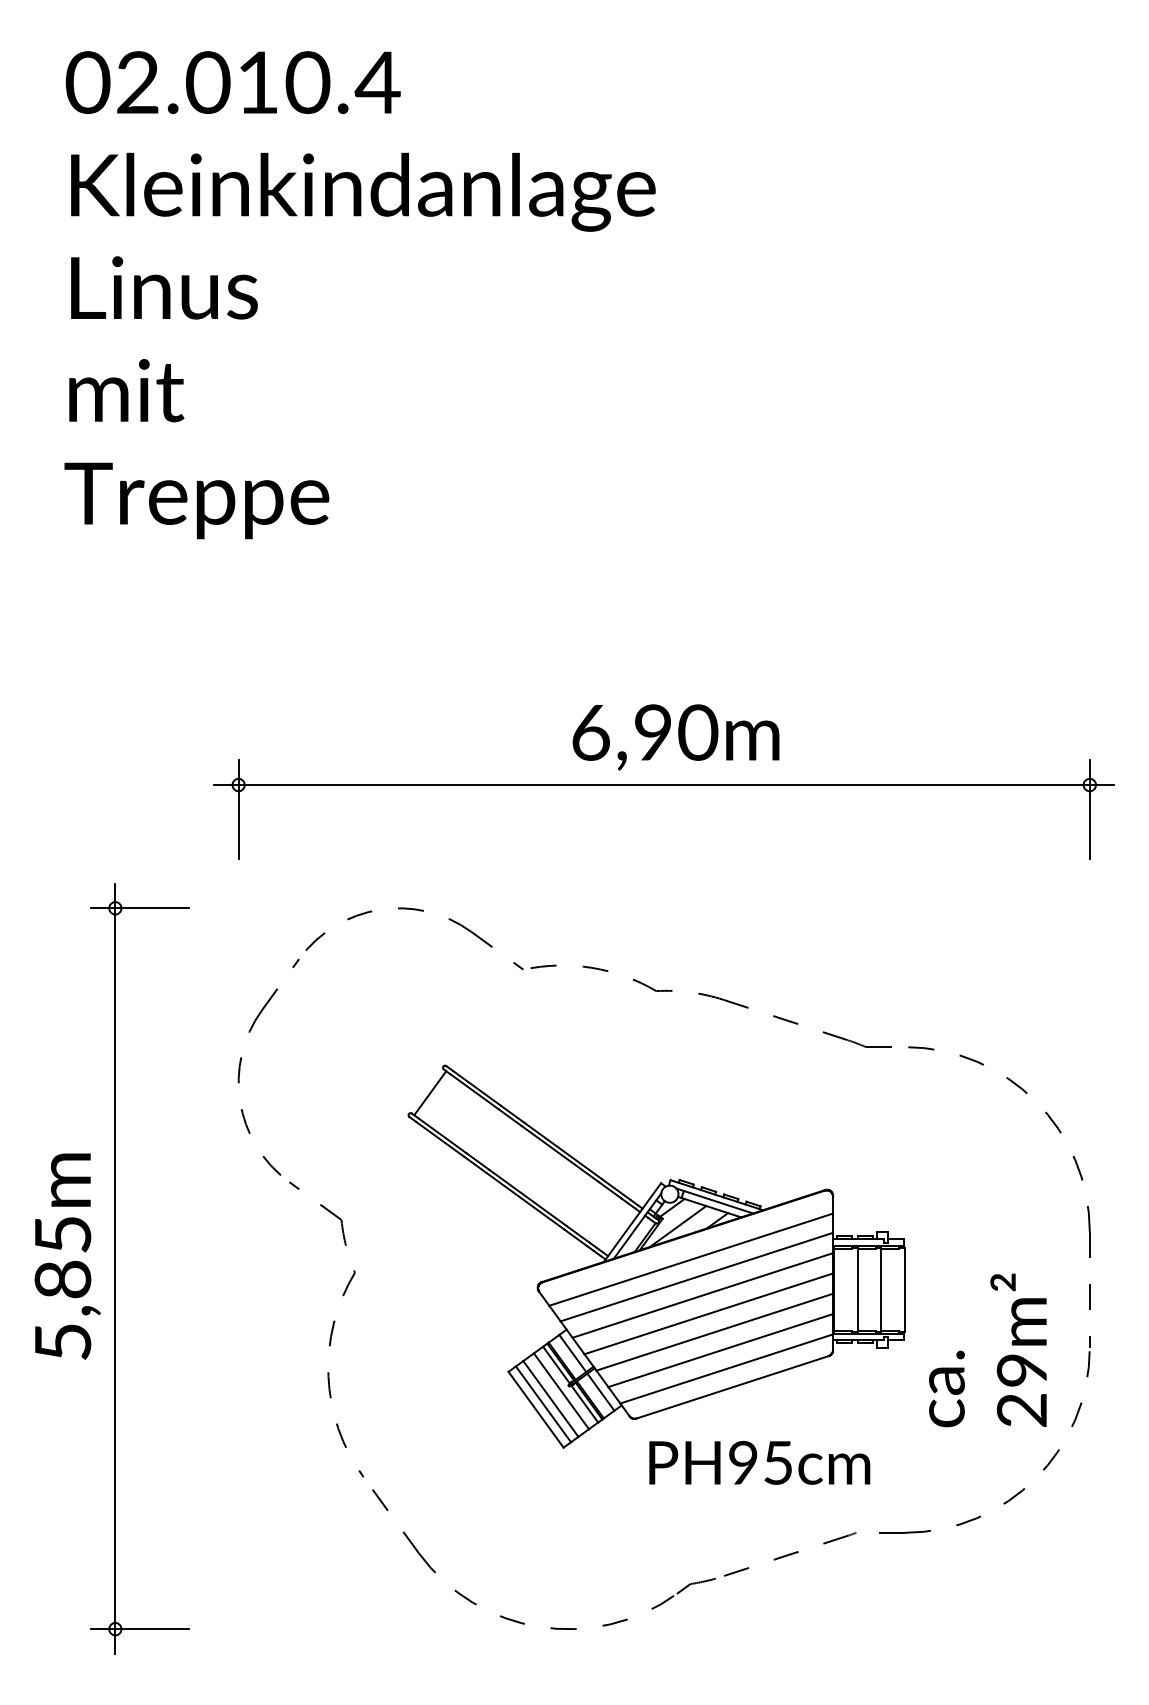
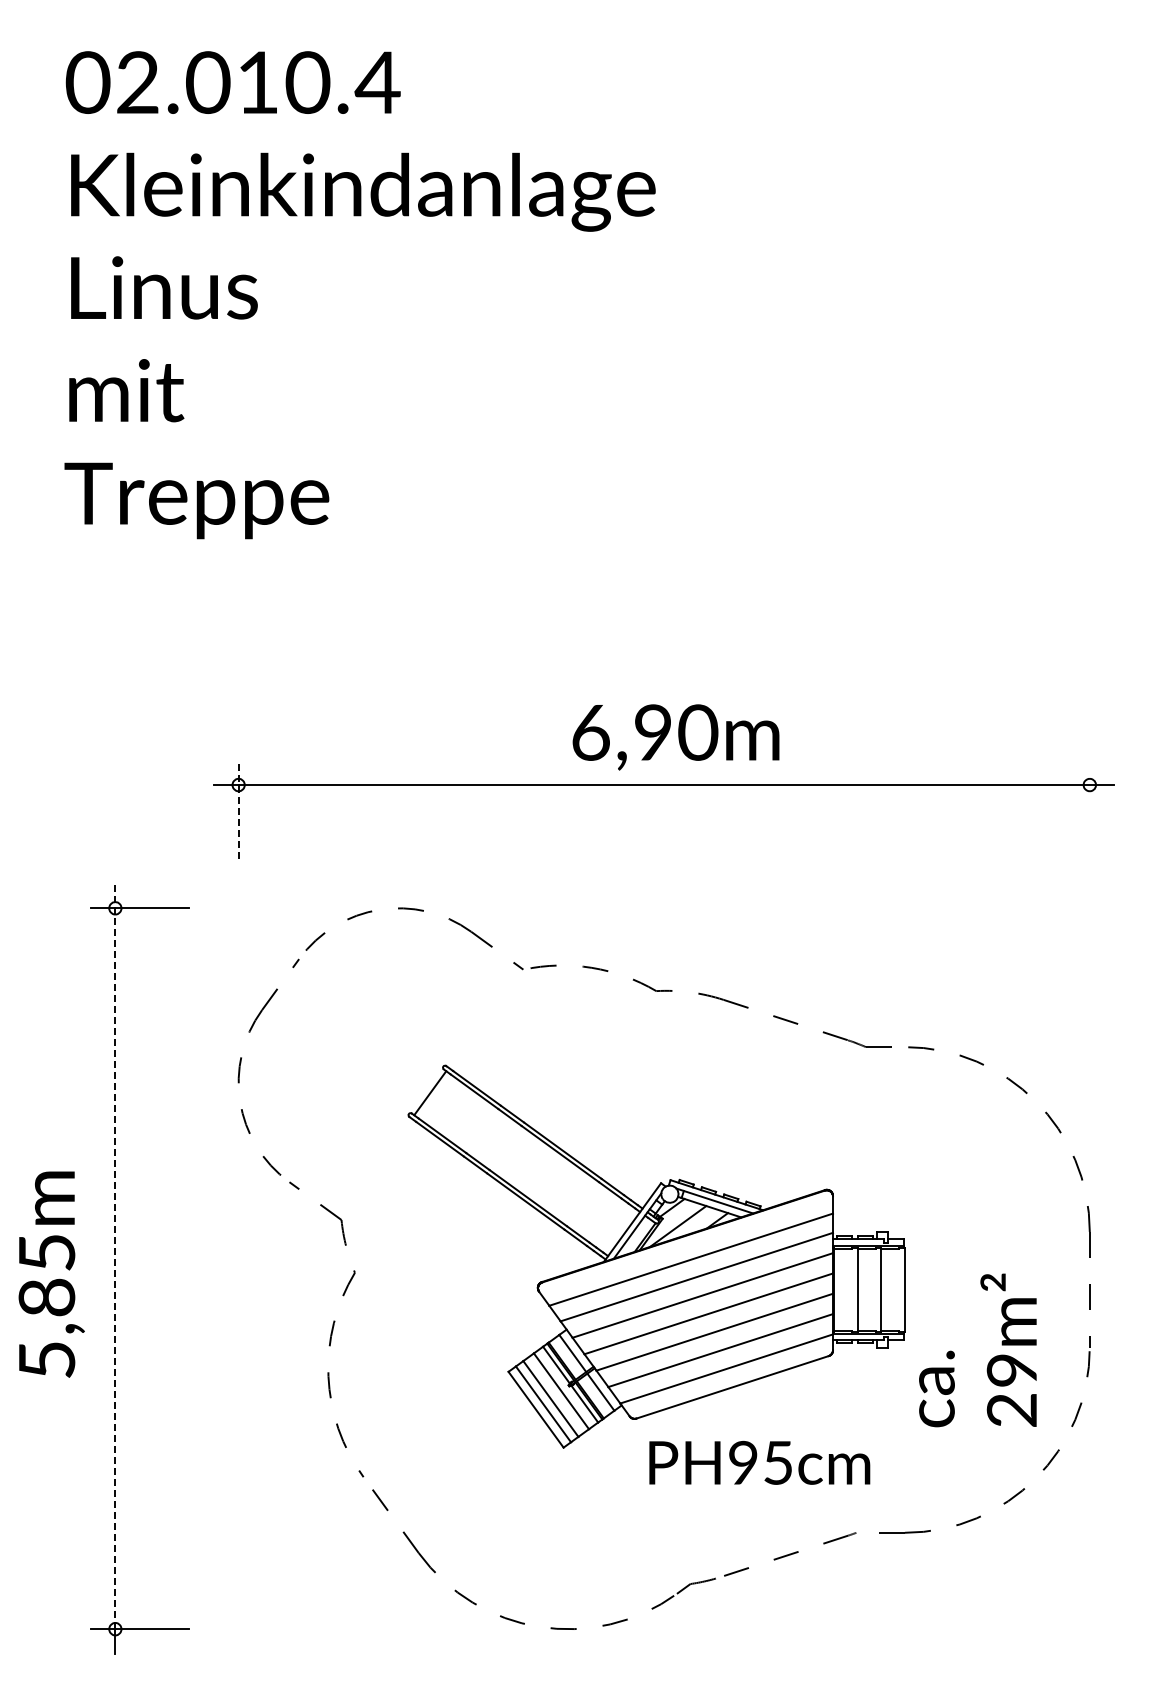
line at (238, 809): solid -> dashed
line at (1089, 809): present -> none
text at (67, 1256) position: (67, 1256) -> (51, 1274)
line at (115, 1256): solid -> dashed
text at (987, 1350) position: (987, 1350) -> (977, 1350)
